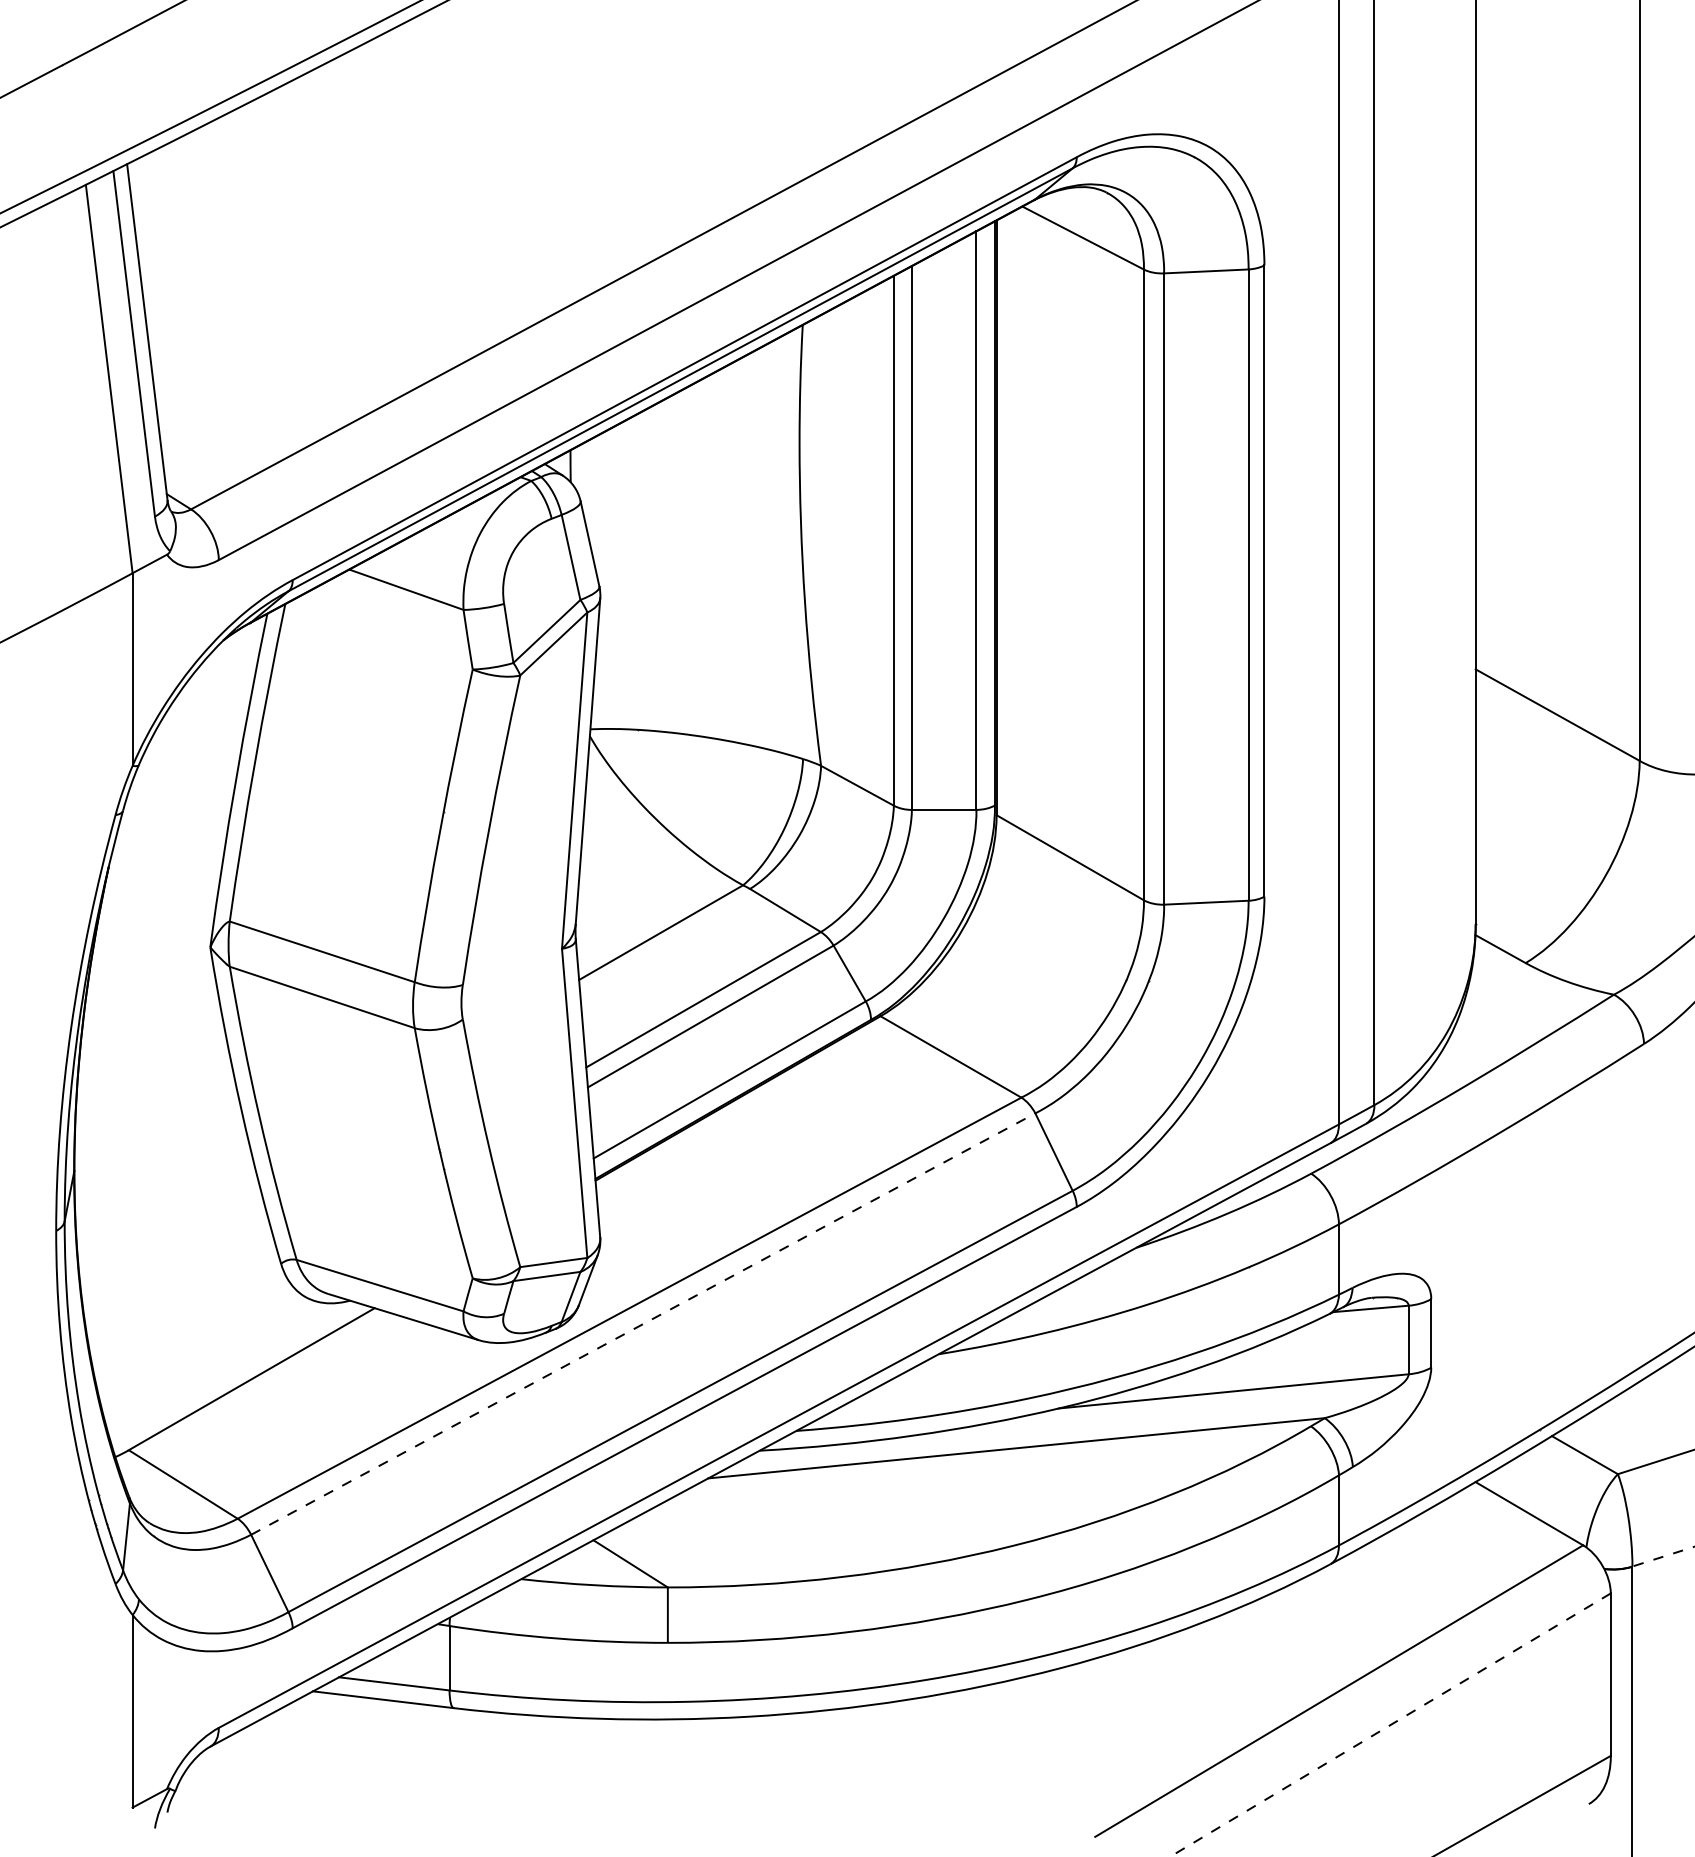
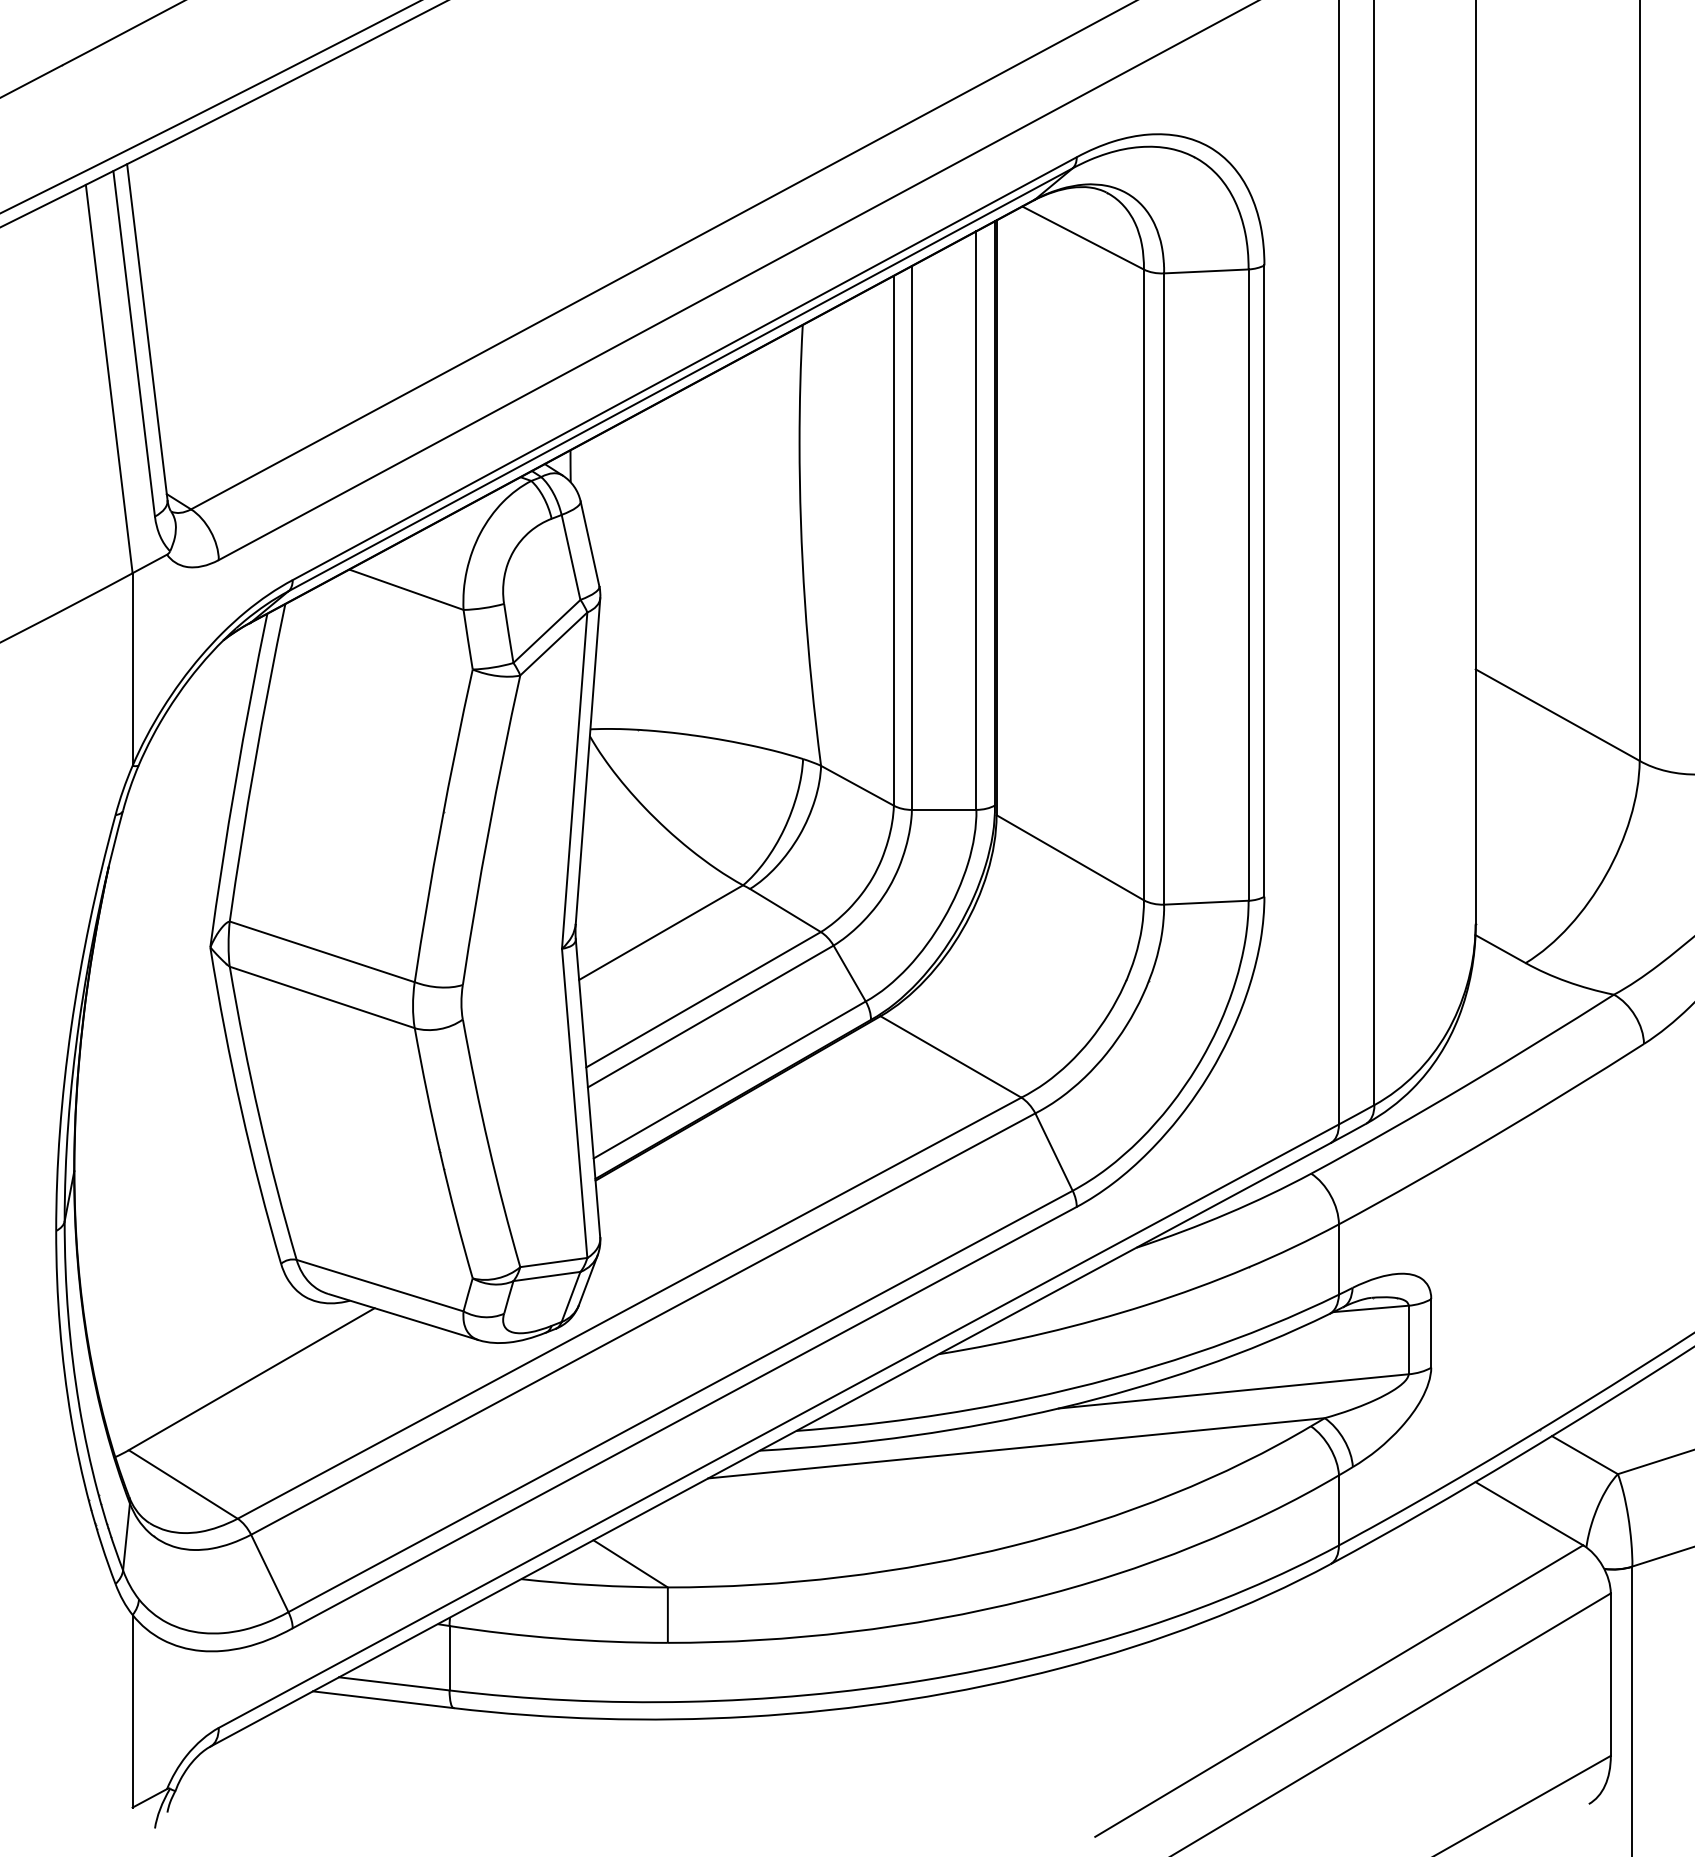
line at (643, 1323): dashed -> solid
line at (1662, 1556): dashed -> solid
line at (1390, 1725): dashed -> solid
